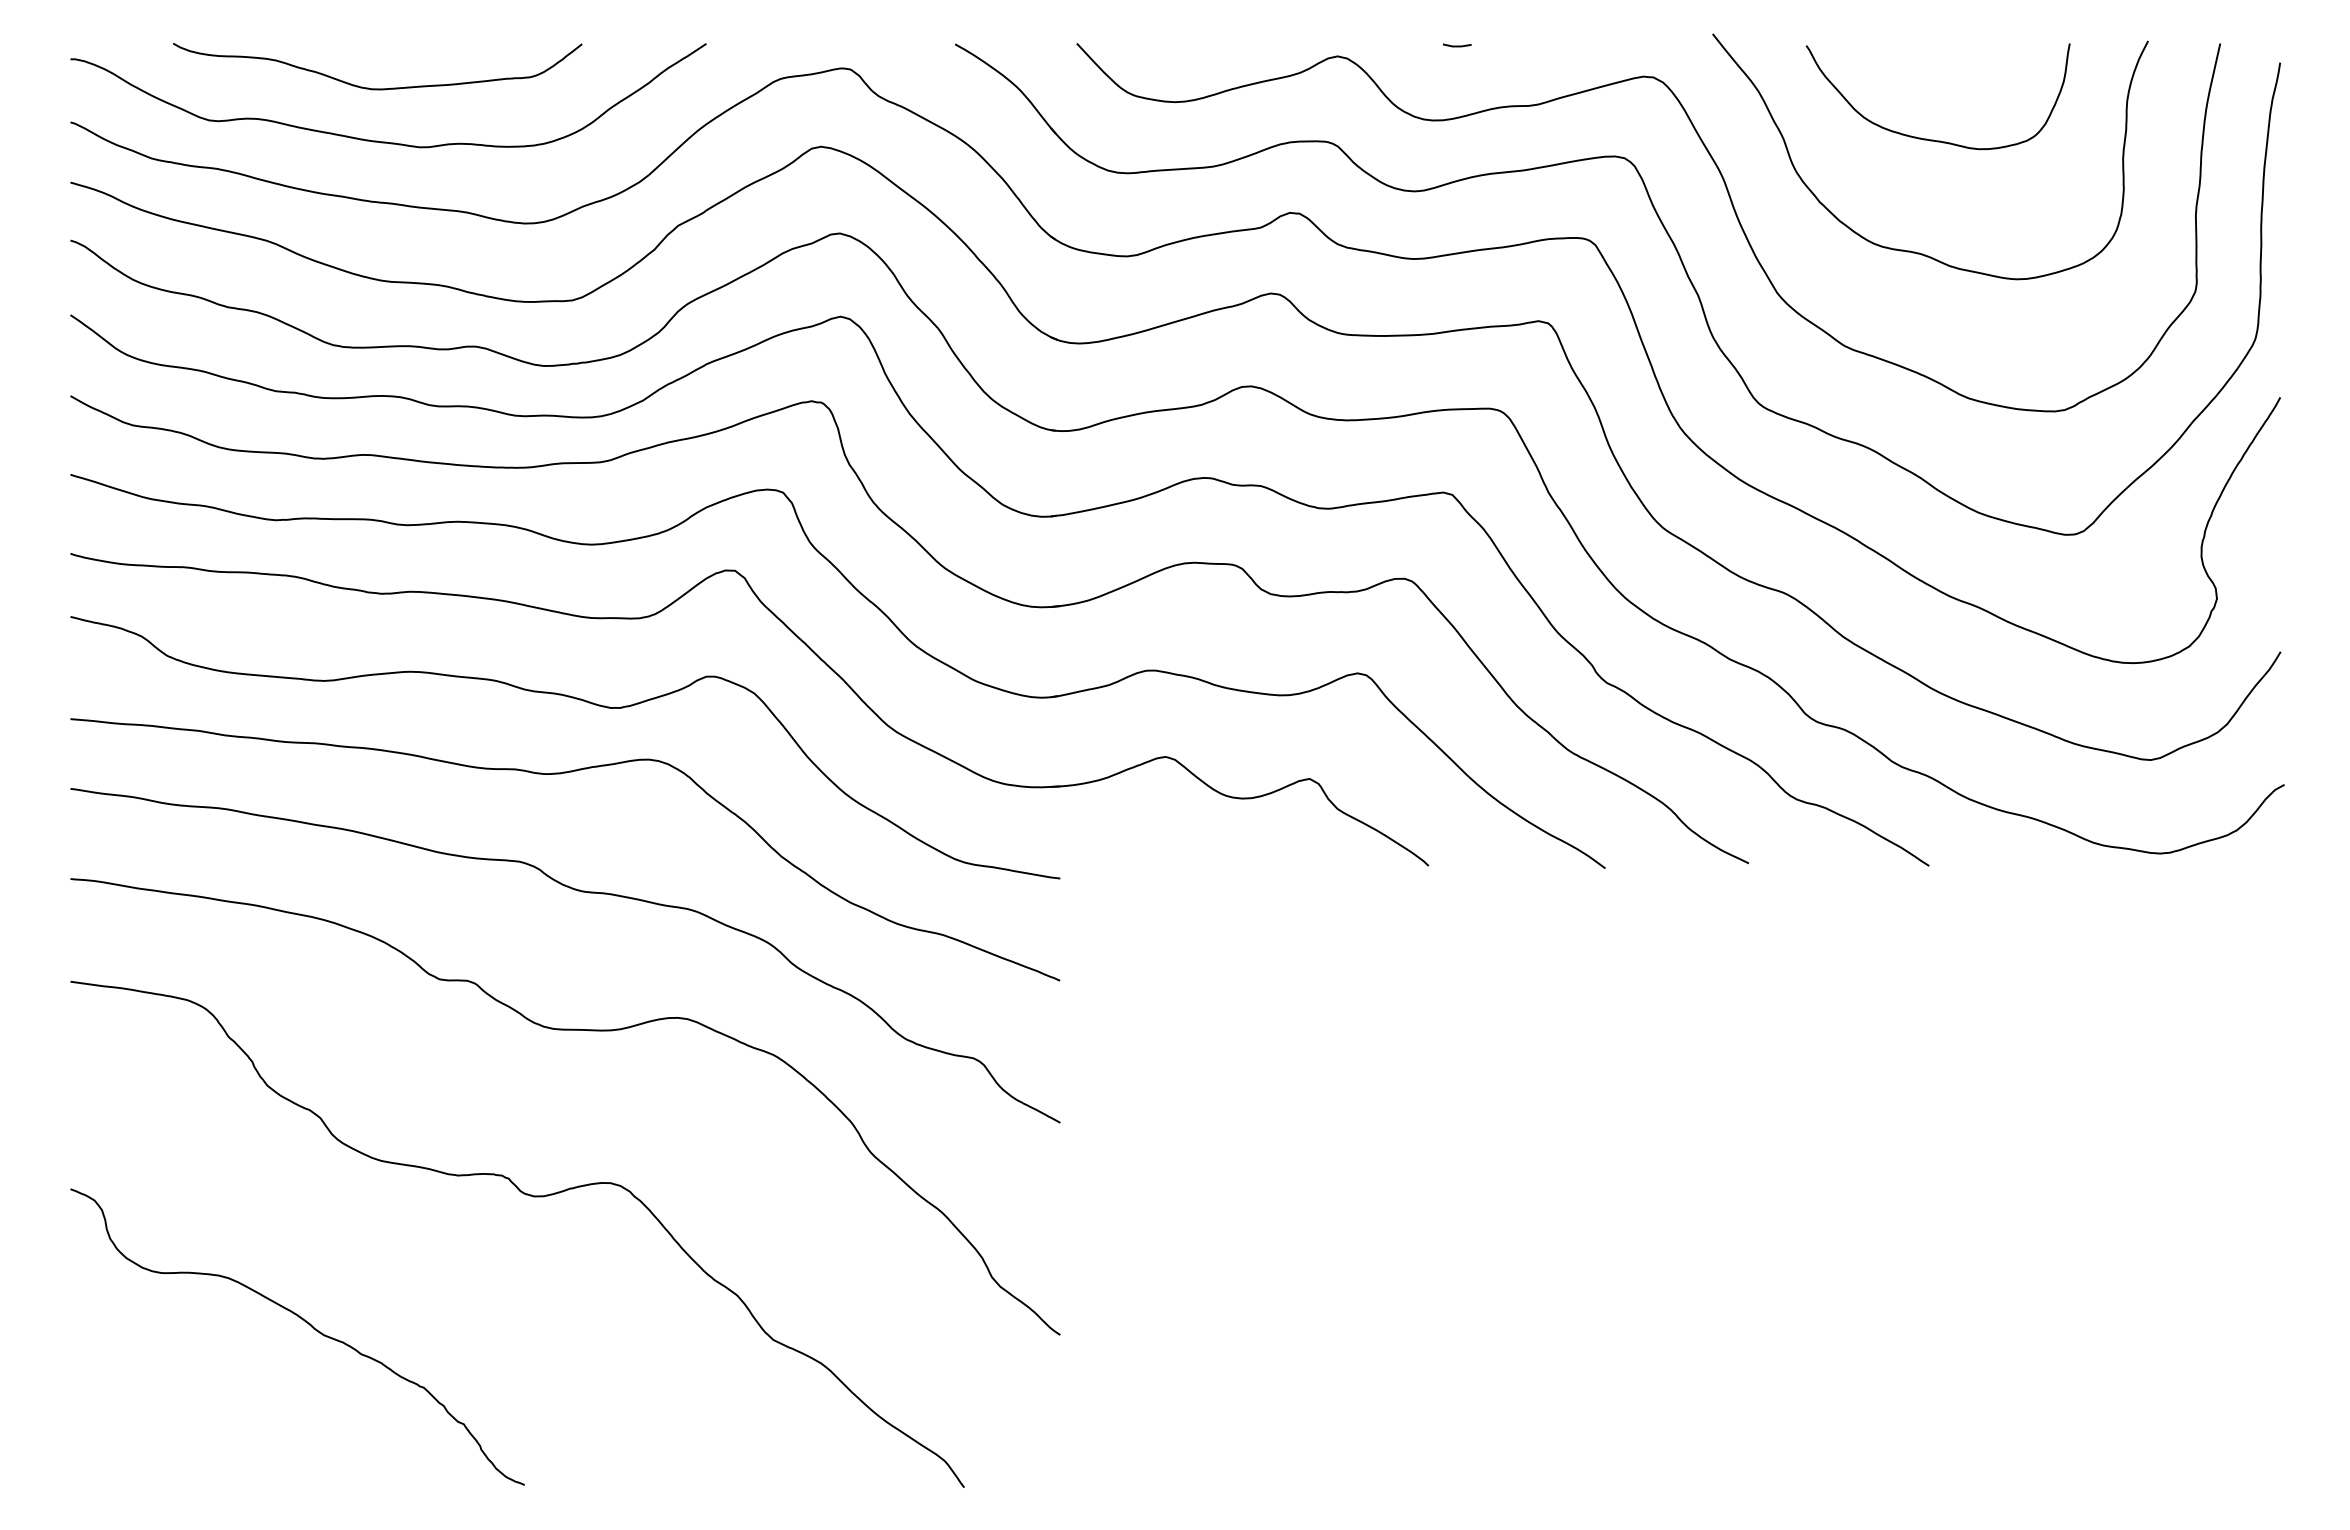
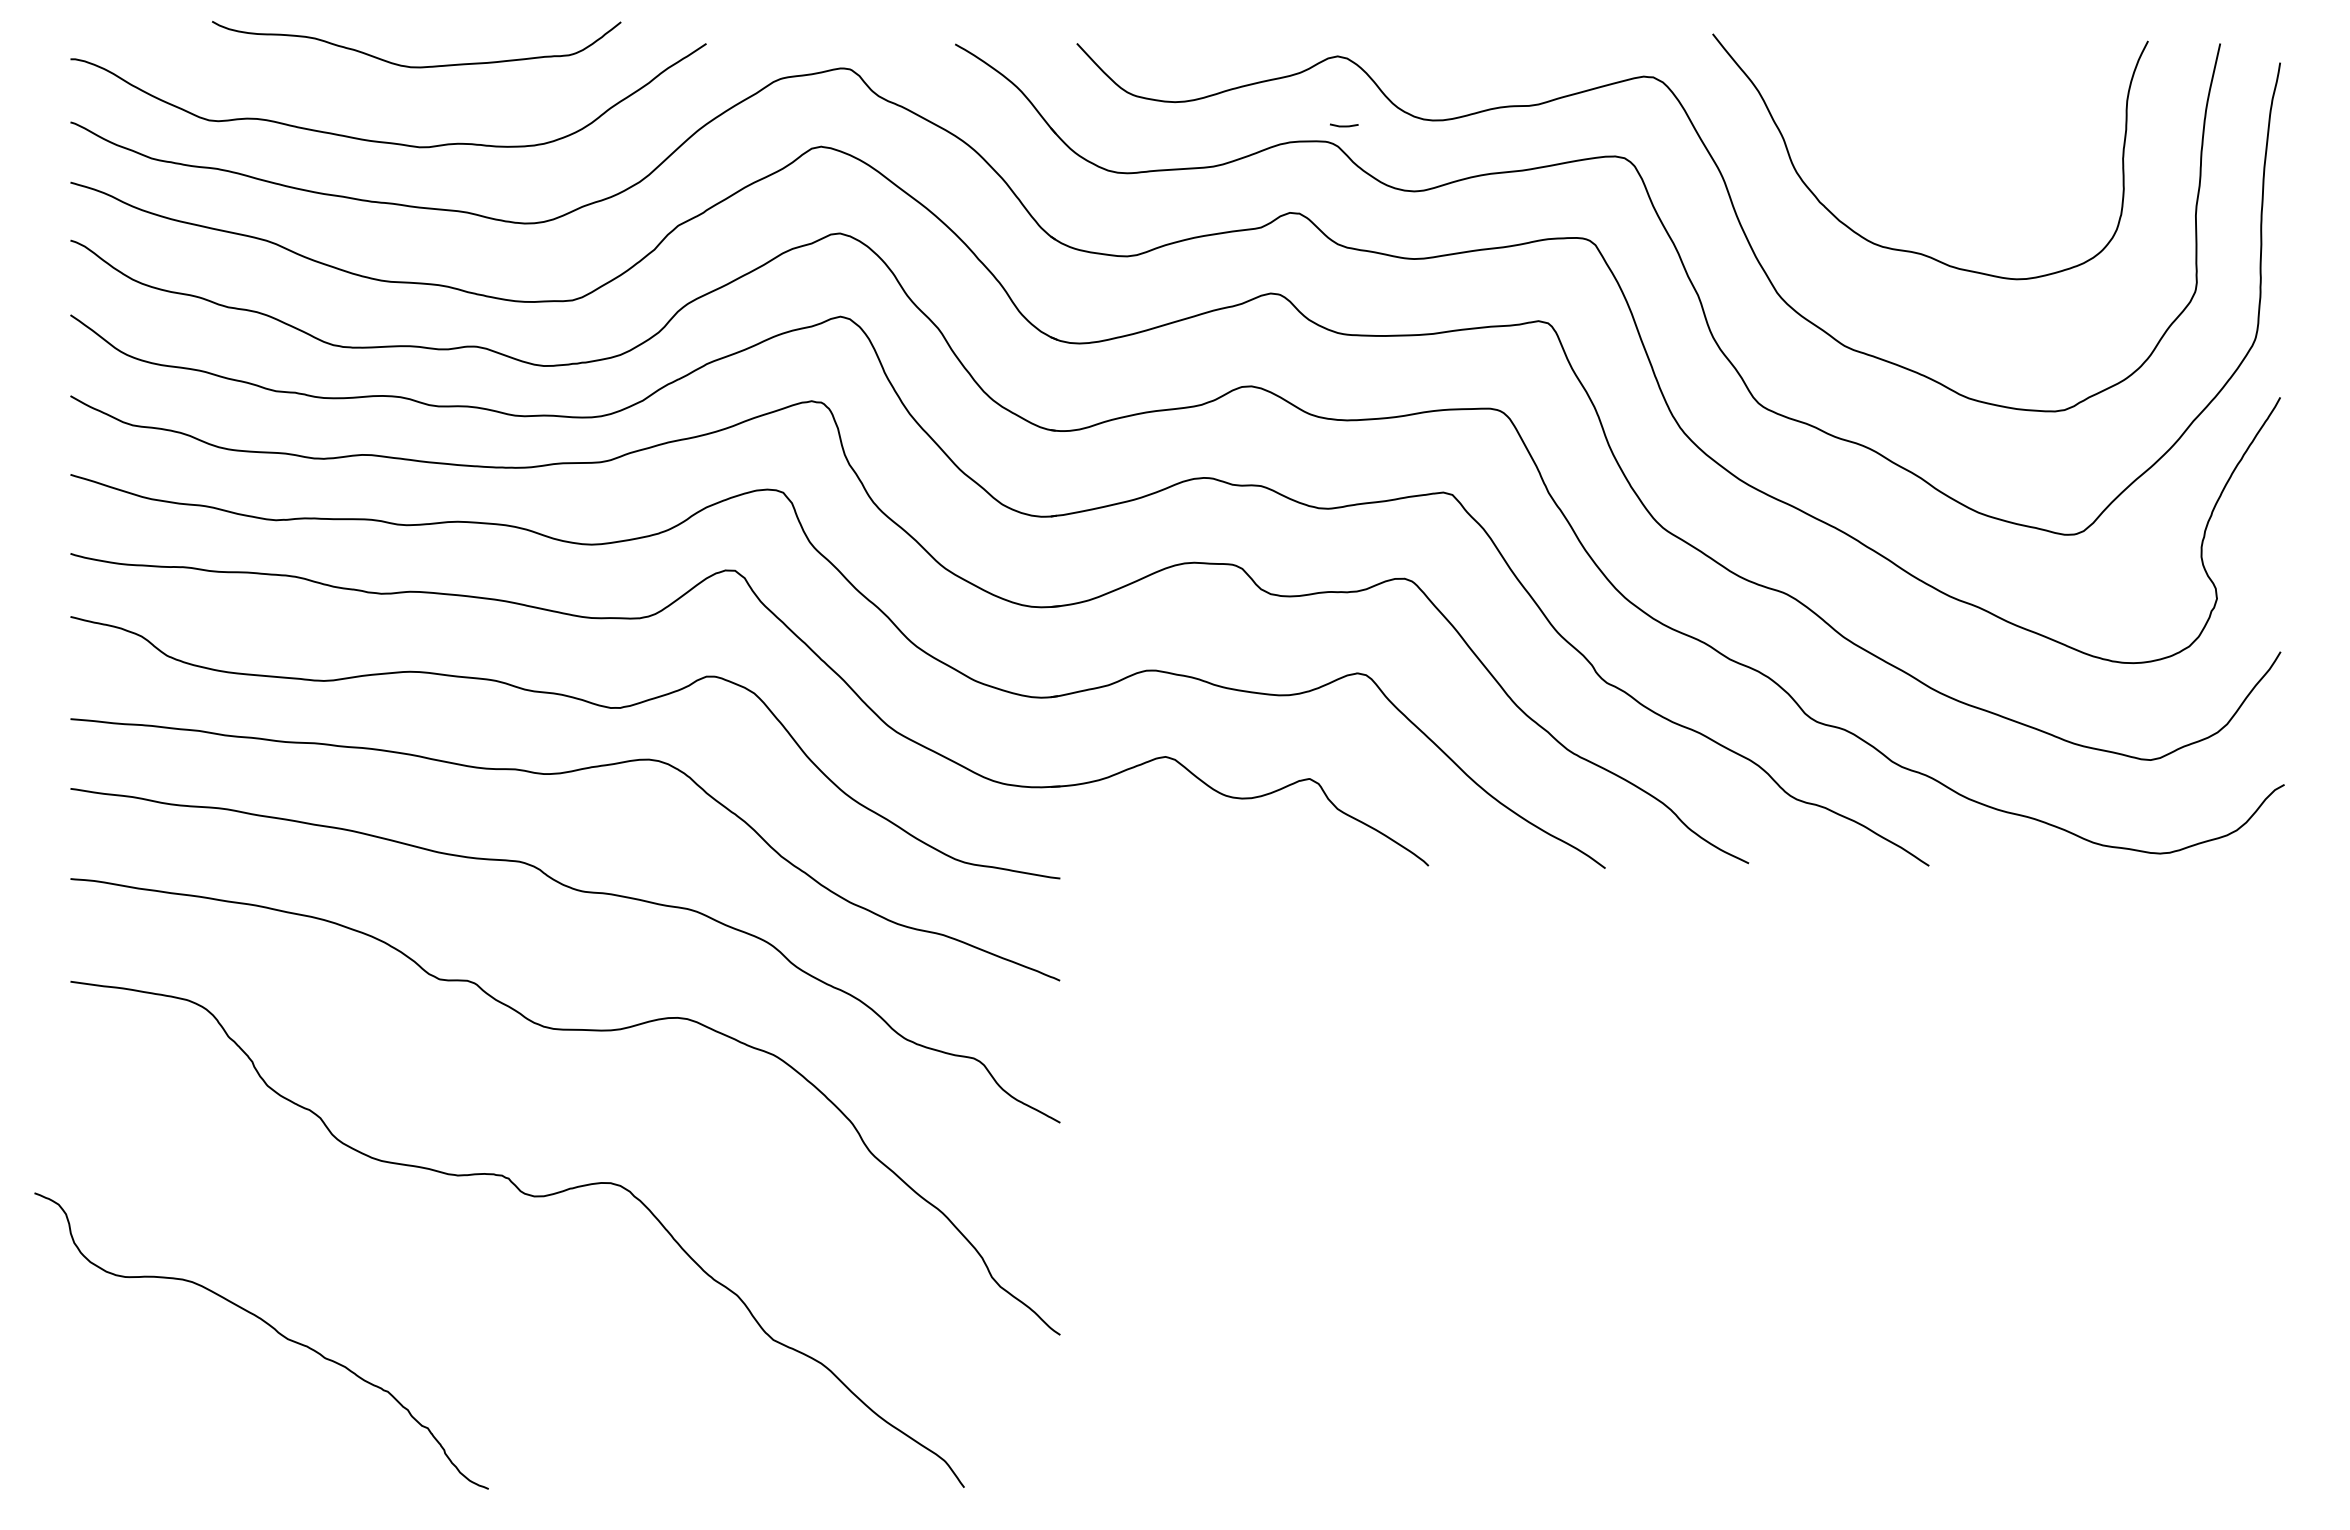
line at (1457, 45) position: (1457, 45) -> (1344, 125)
curve at (377, 88) position: (377, 88) -> (416, 66)
curve at (1927, 138): present -> none
curve at (306, 1323) position: (306, 1323) -> (270, 1327)
